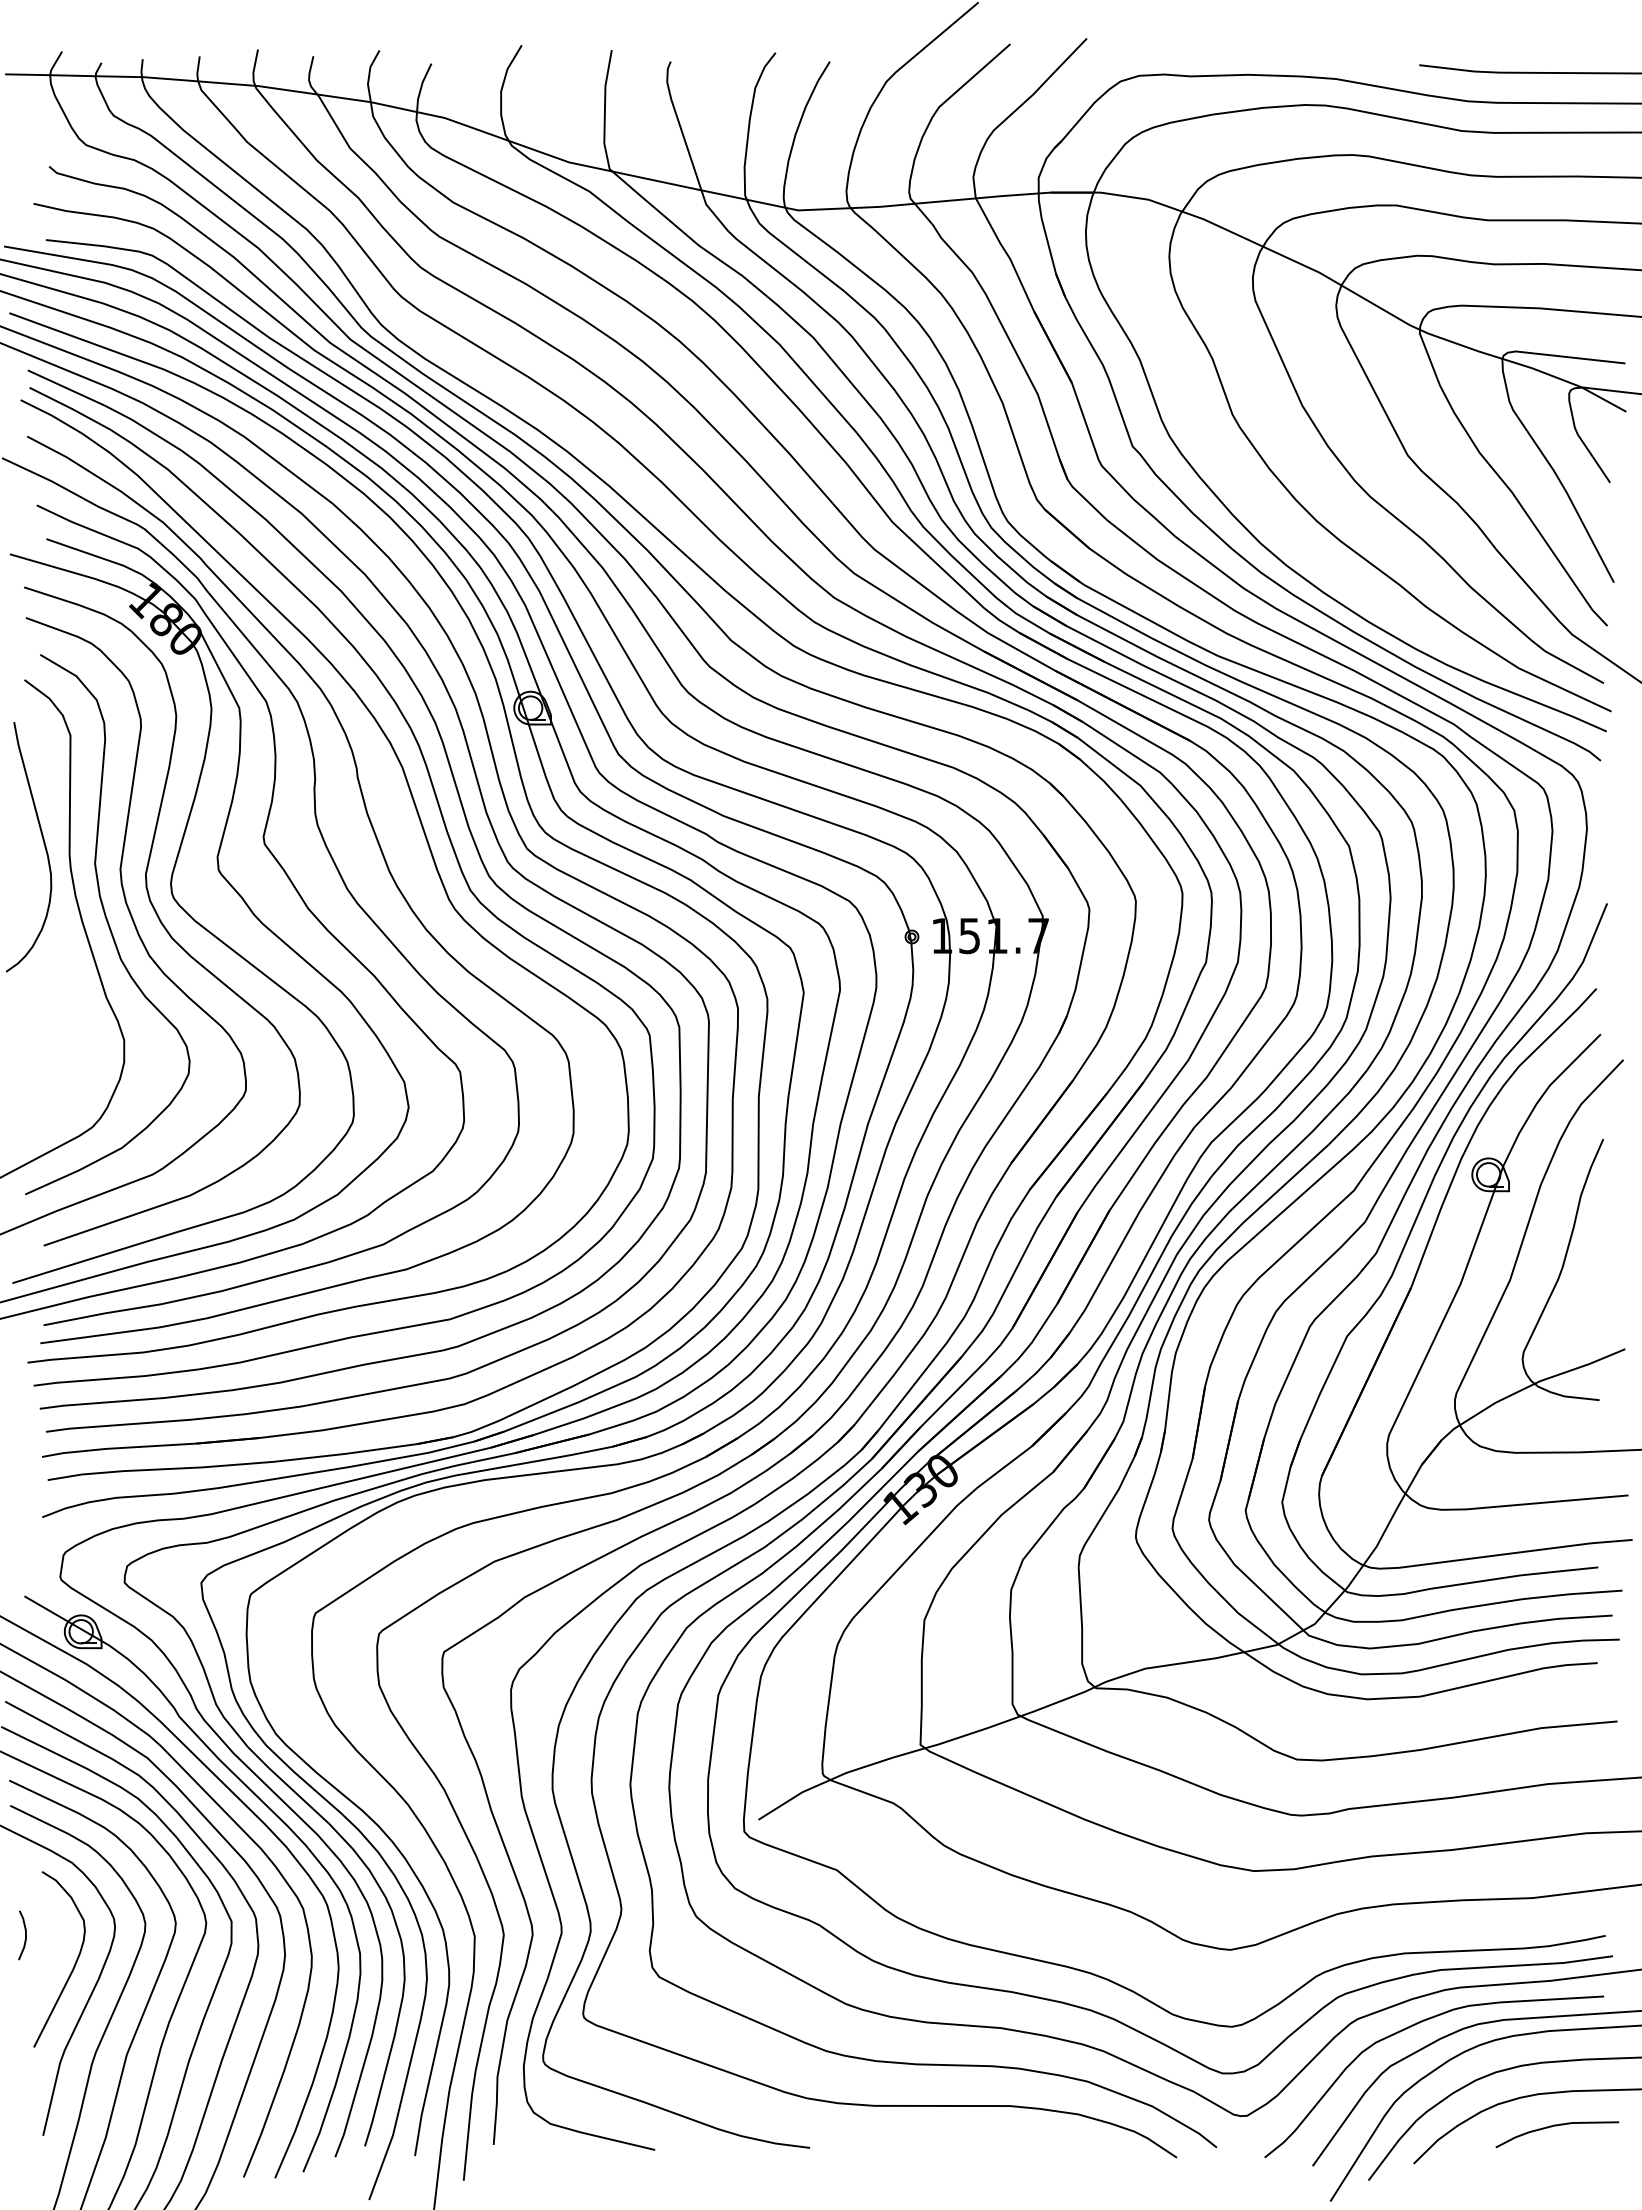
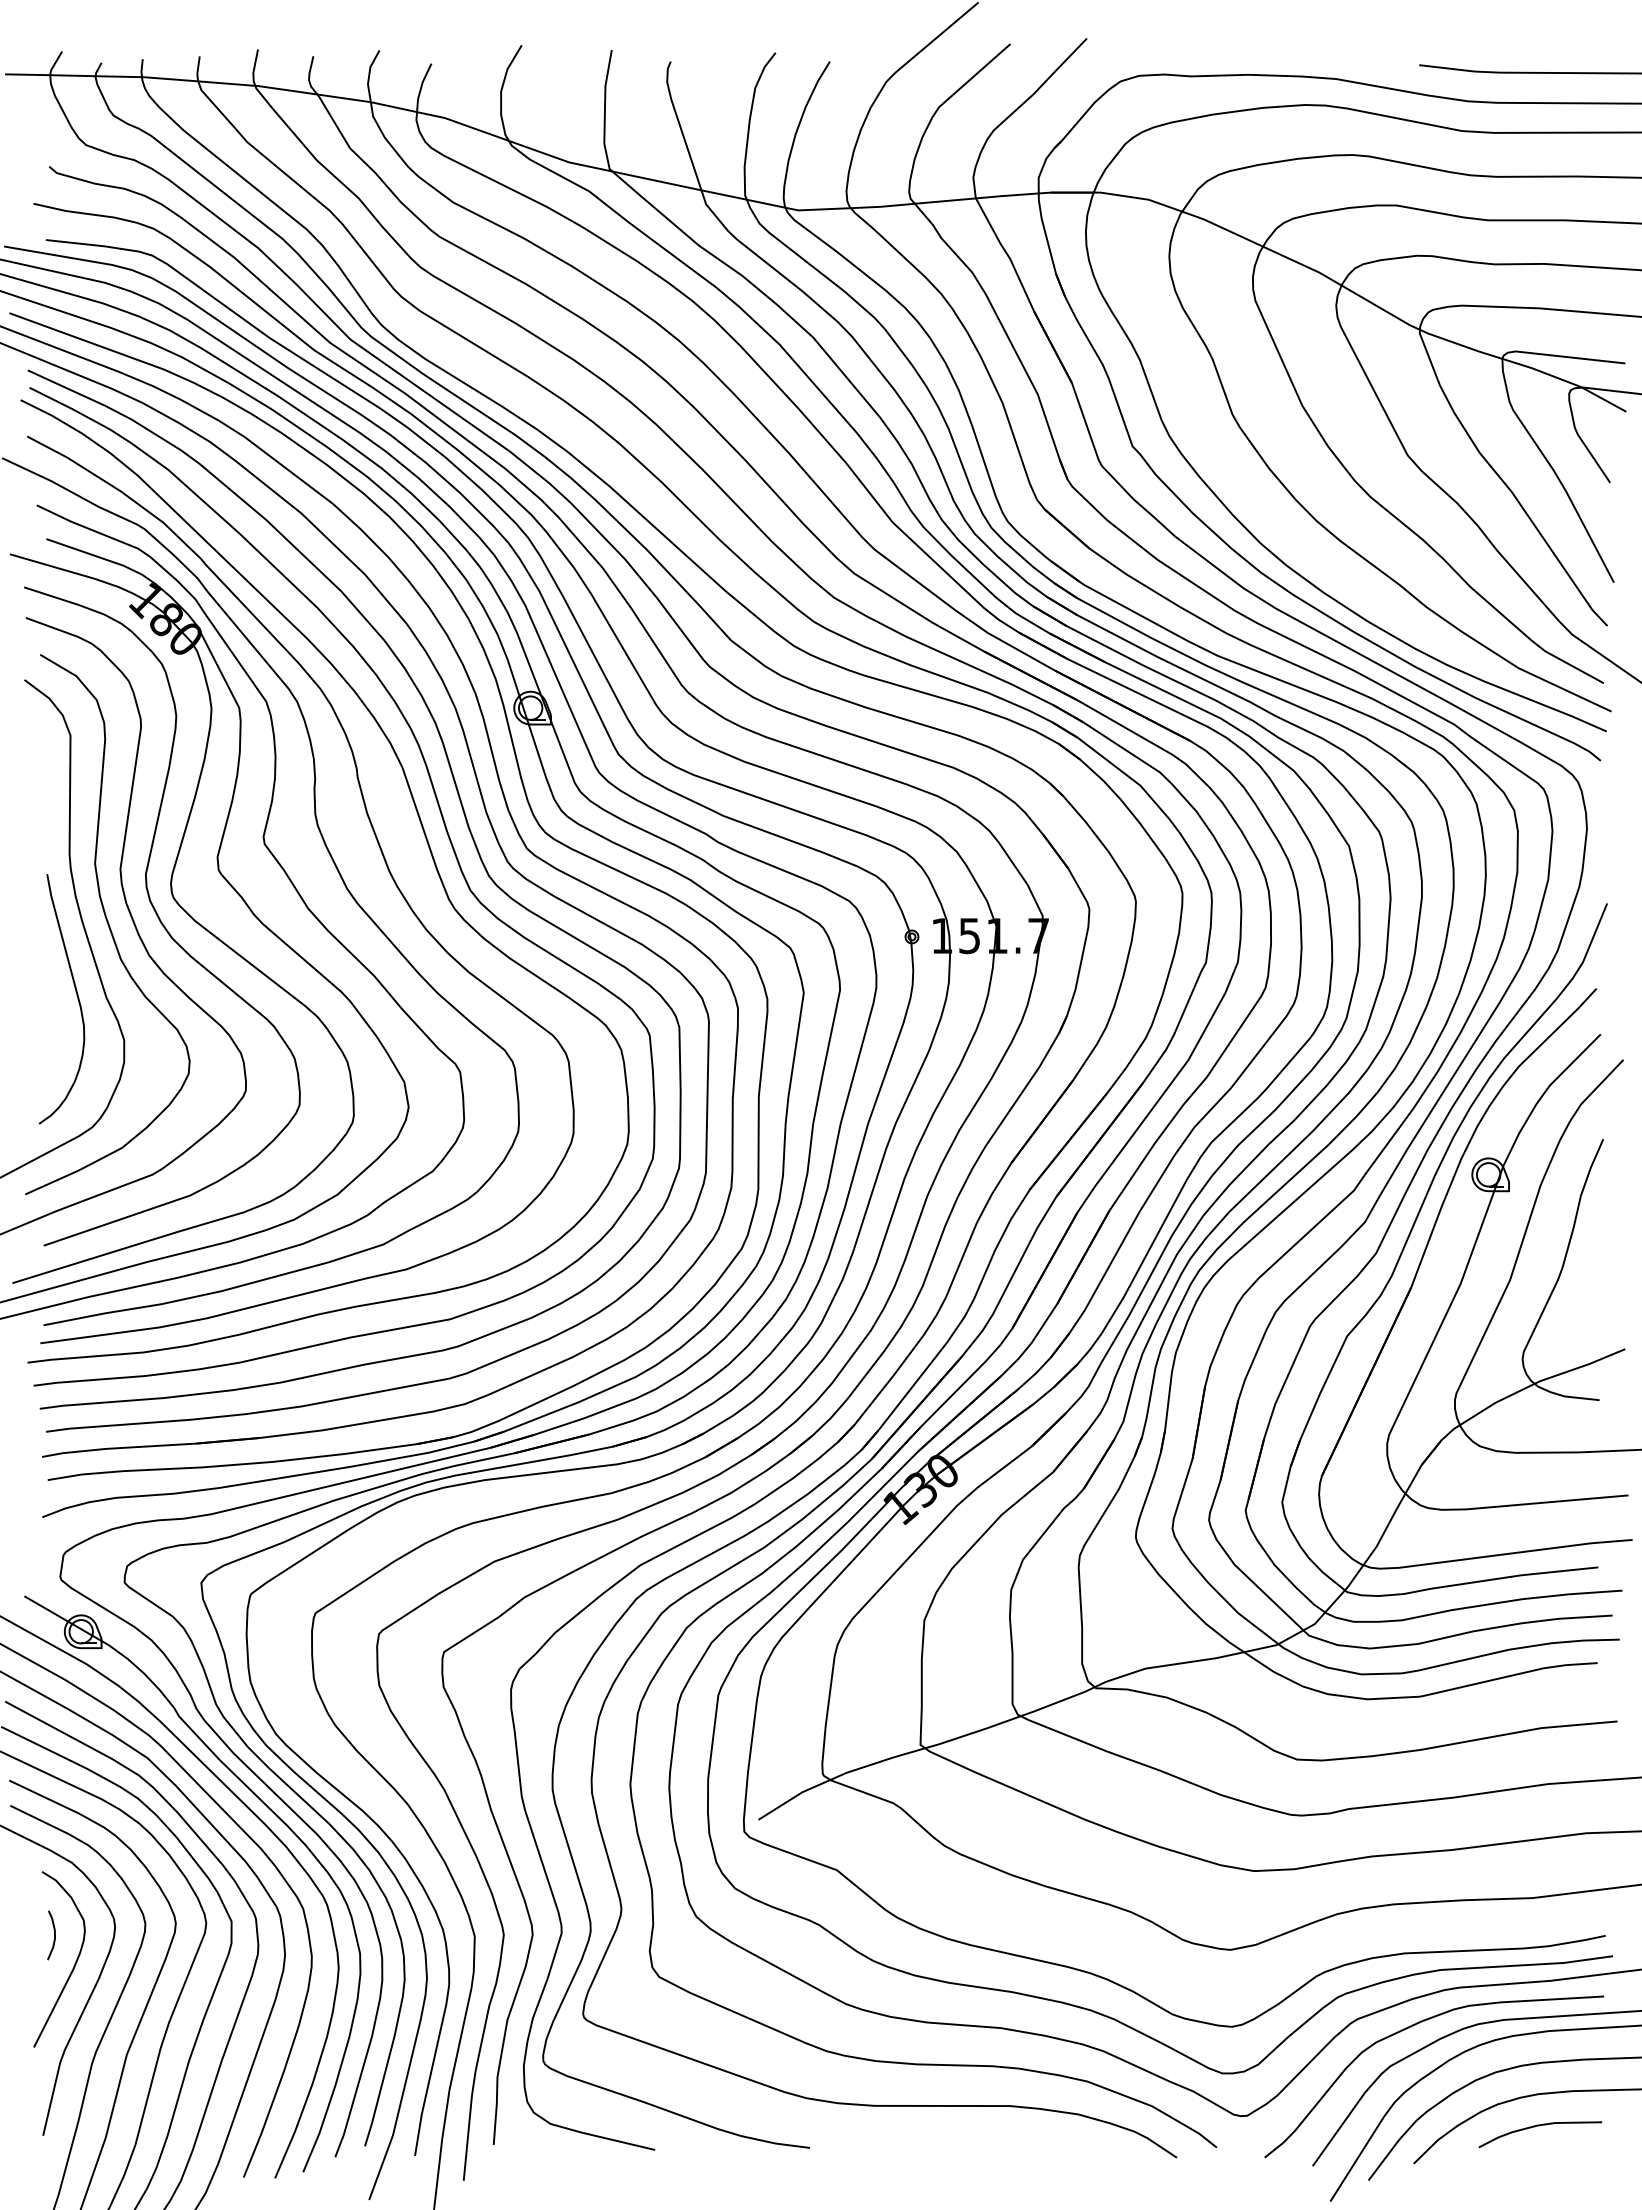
curve at (43, 843) position: (43, 843) -> (76, 995)
curve at (25, 1935) position: (25, 1935) -> (54, 1935)
curve at (1557, 2126) position: (1557, 2126) -> (1540, 2126)
